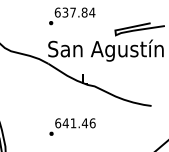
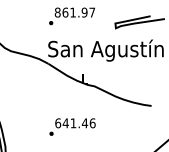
text at (74, 12): 637.84 -> 861.97
curve at (139, 29) position: (139, 29) -> (139, 22)
